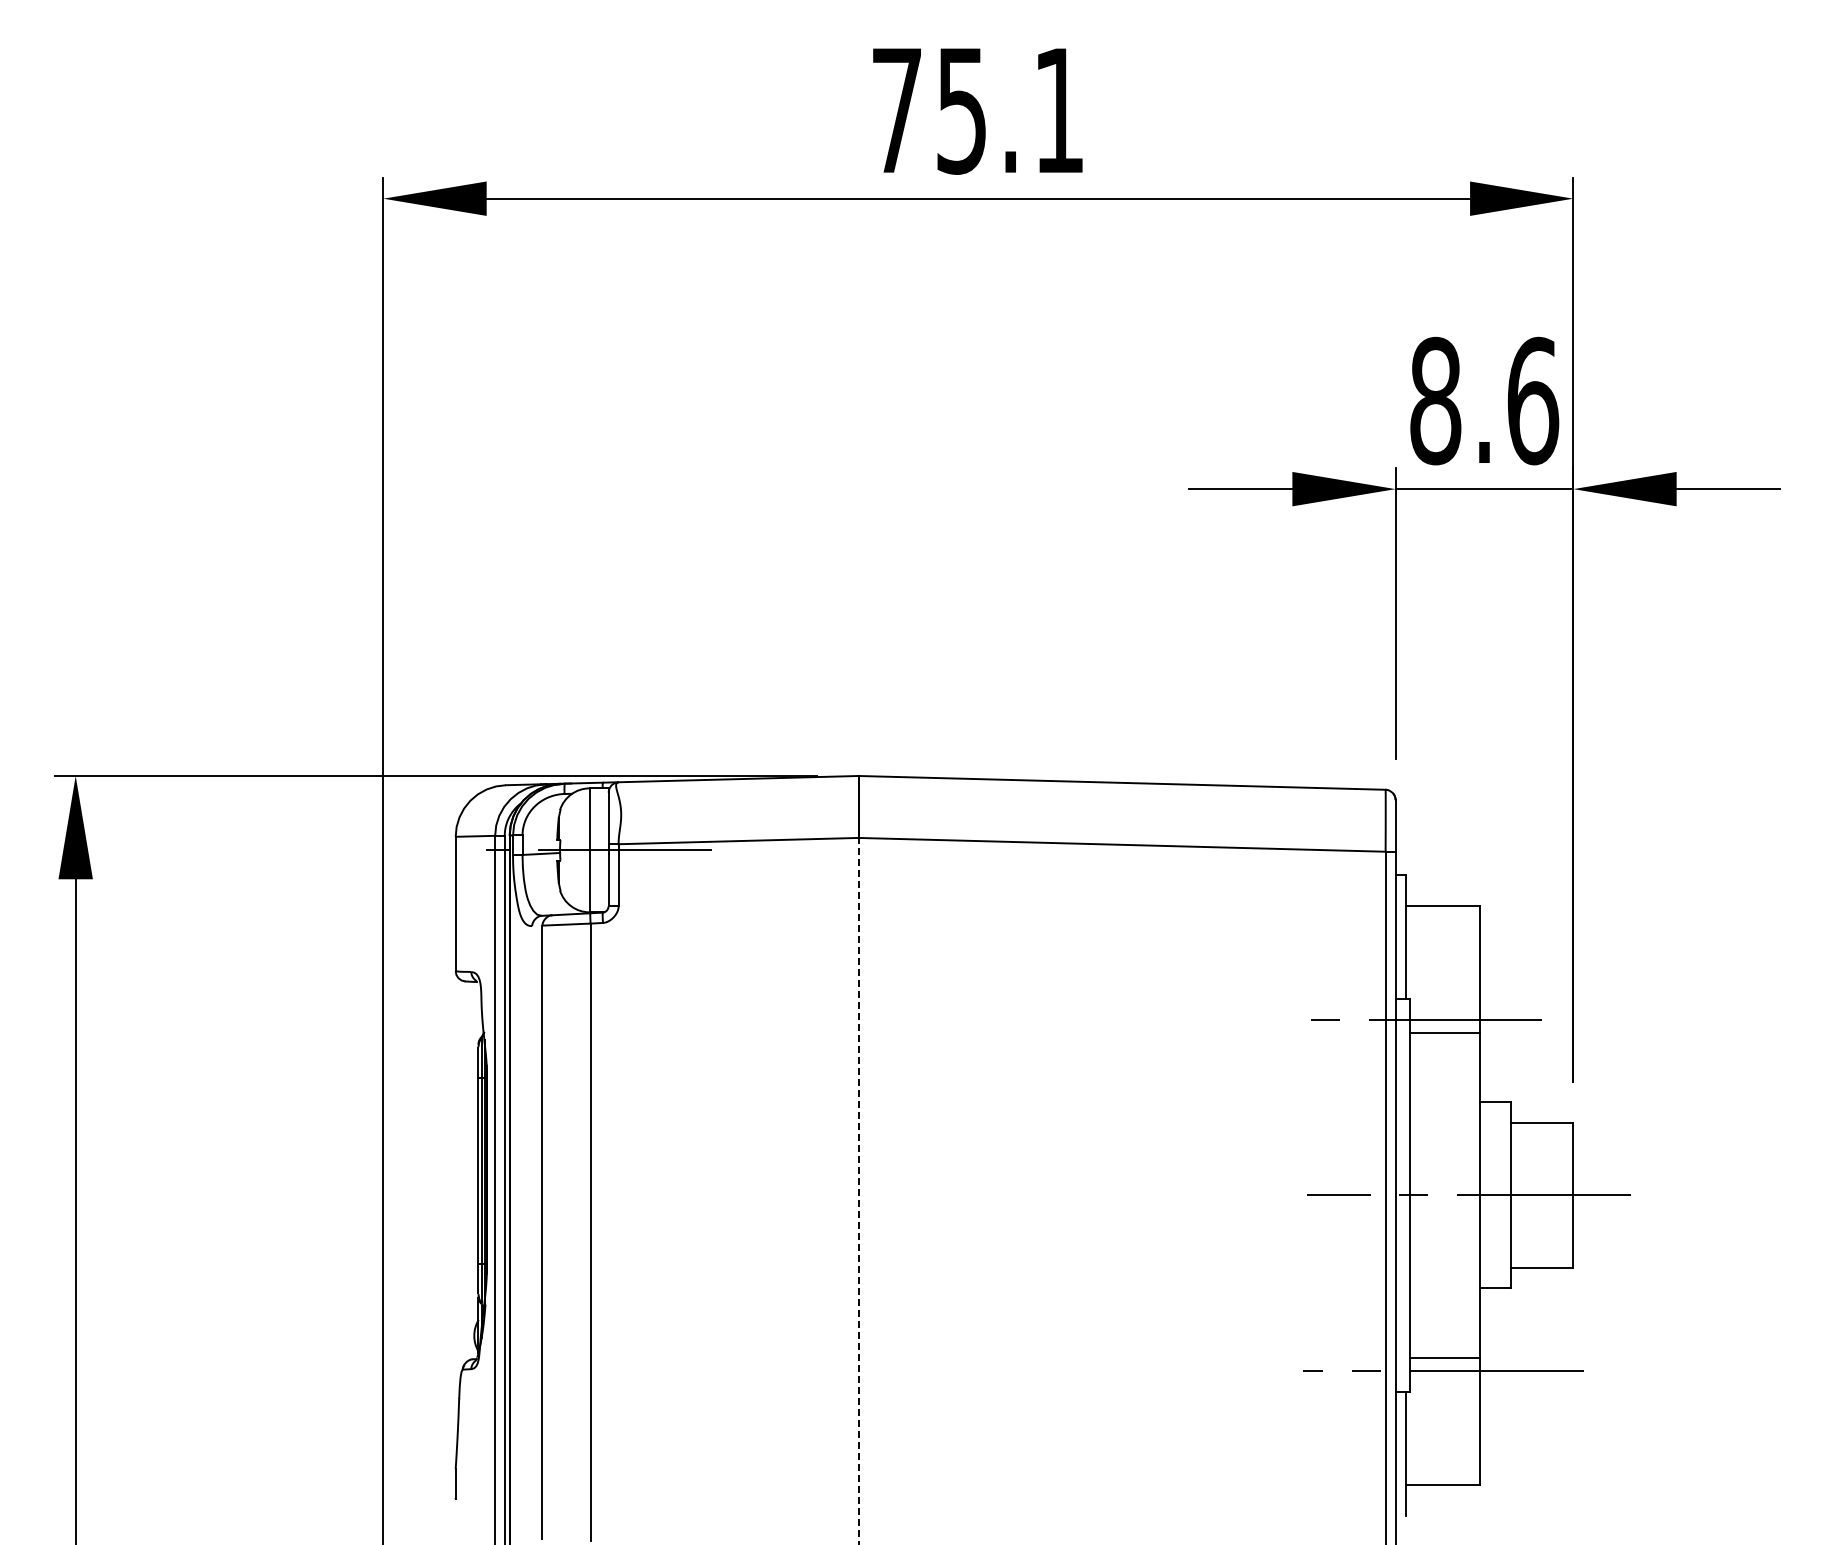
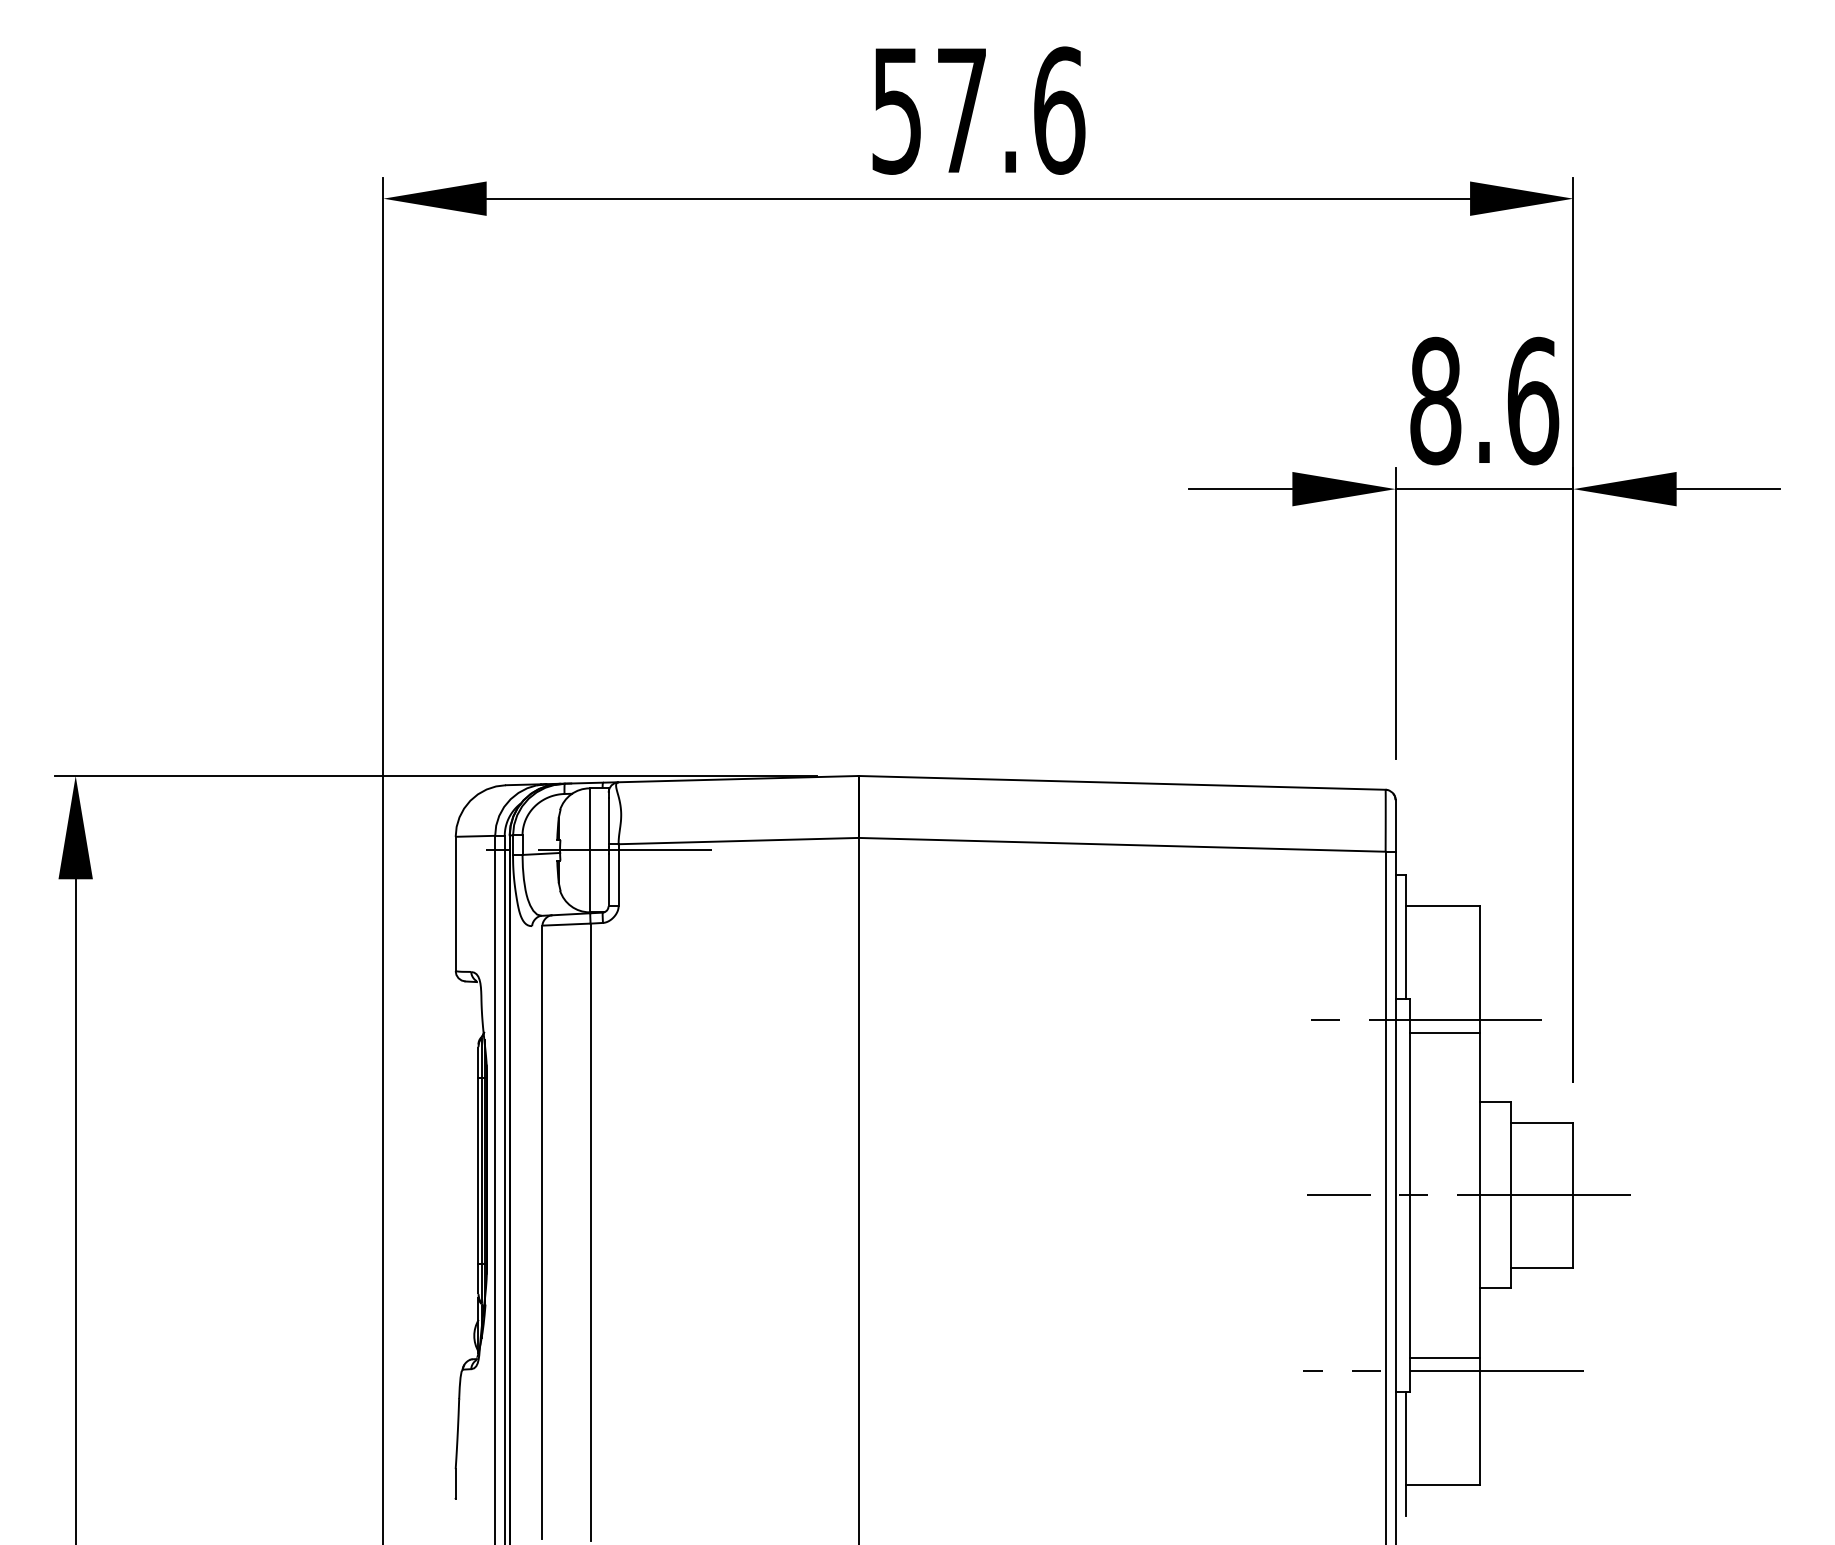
text at (978, 110): 75.1 -> 57.6
line at (858, 1190): dashed -> solid
